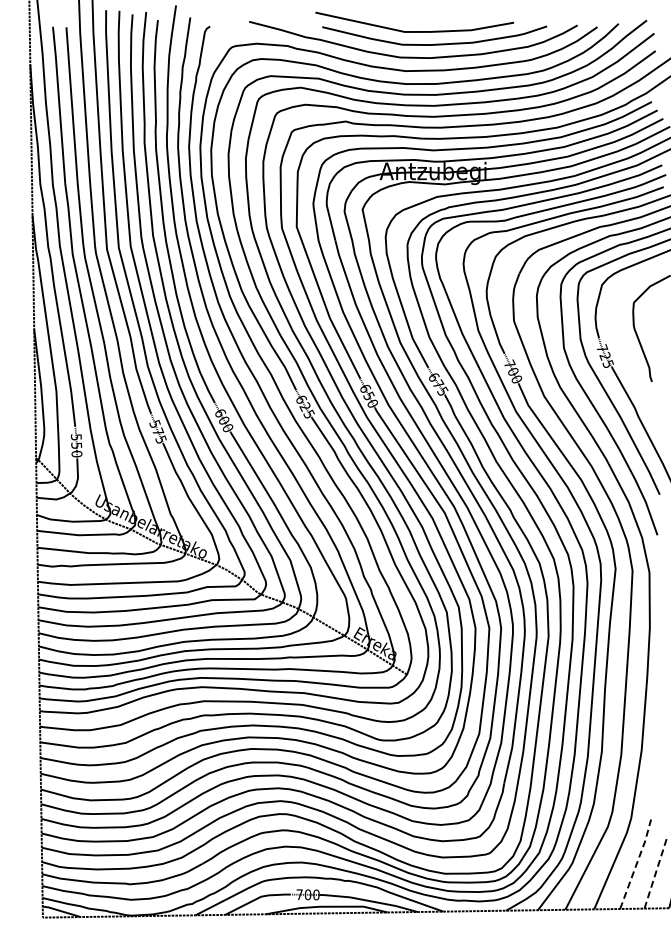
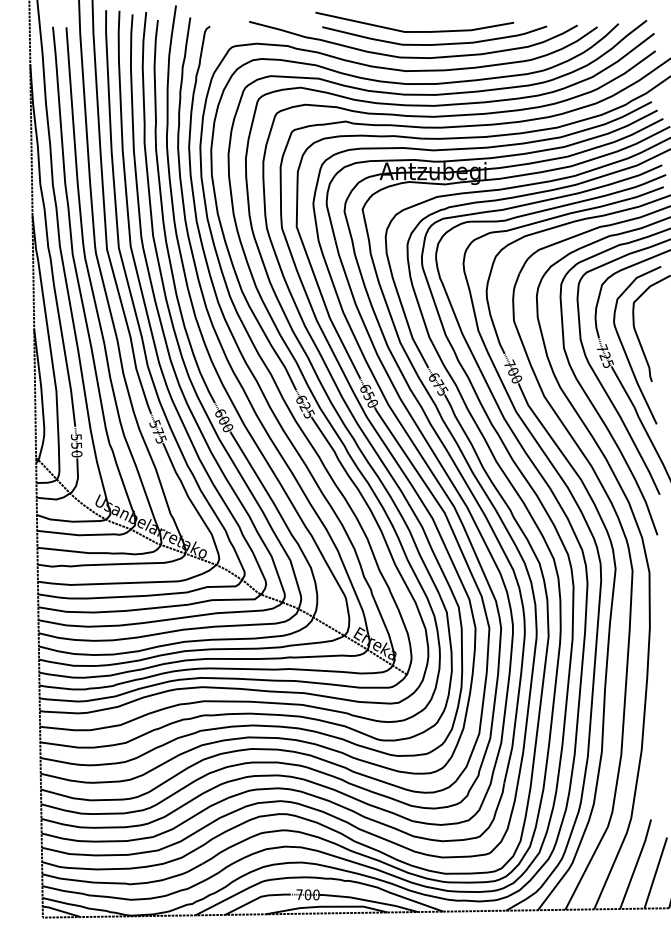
curve at (625, 350): none -> present
line at (637, 863): dashed -> solid
line at (655, 872): dashed -> solid
